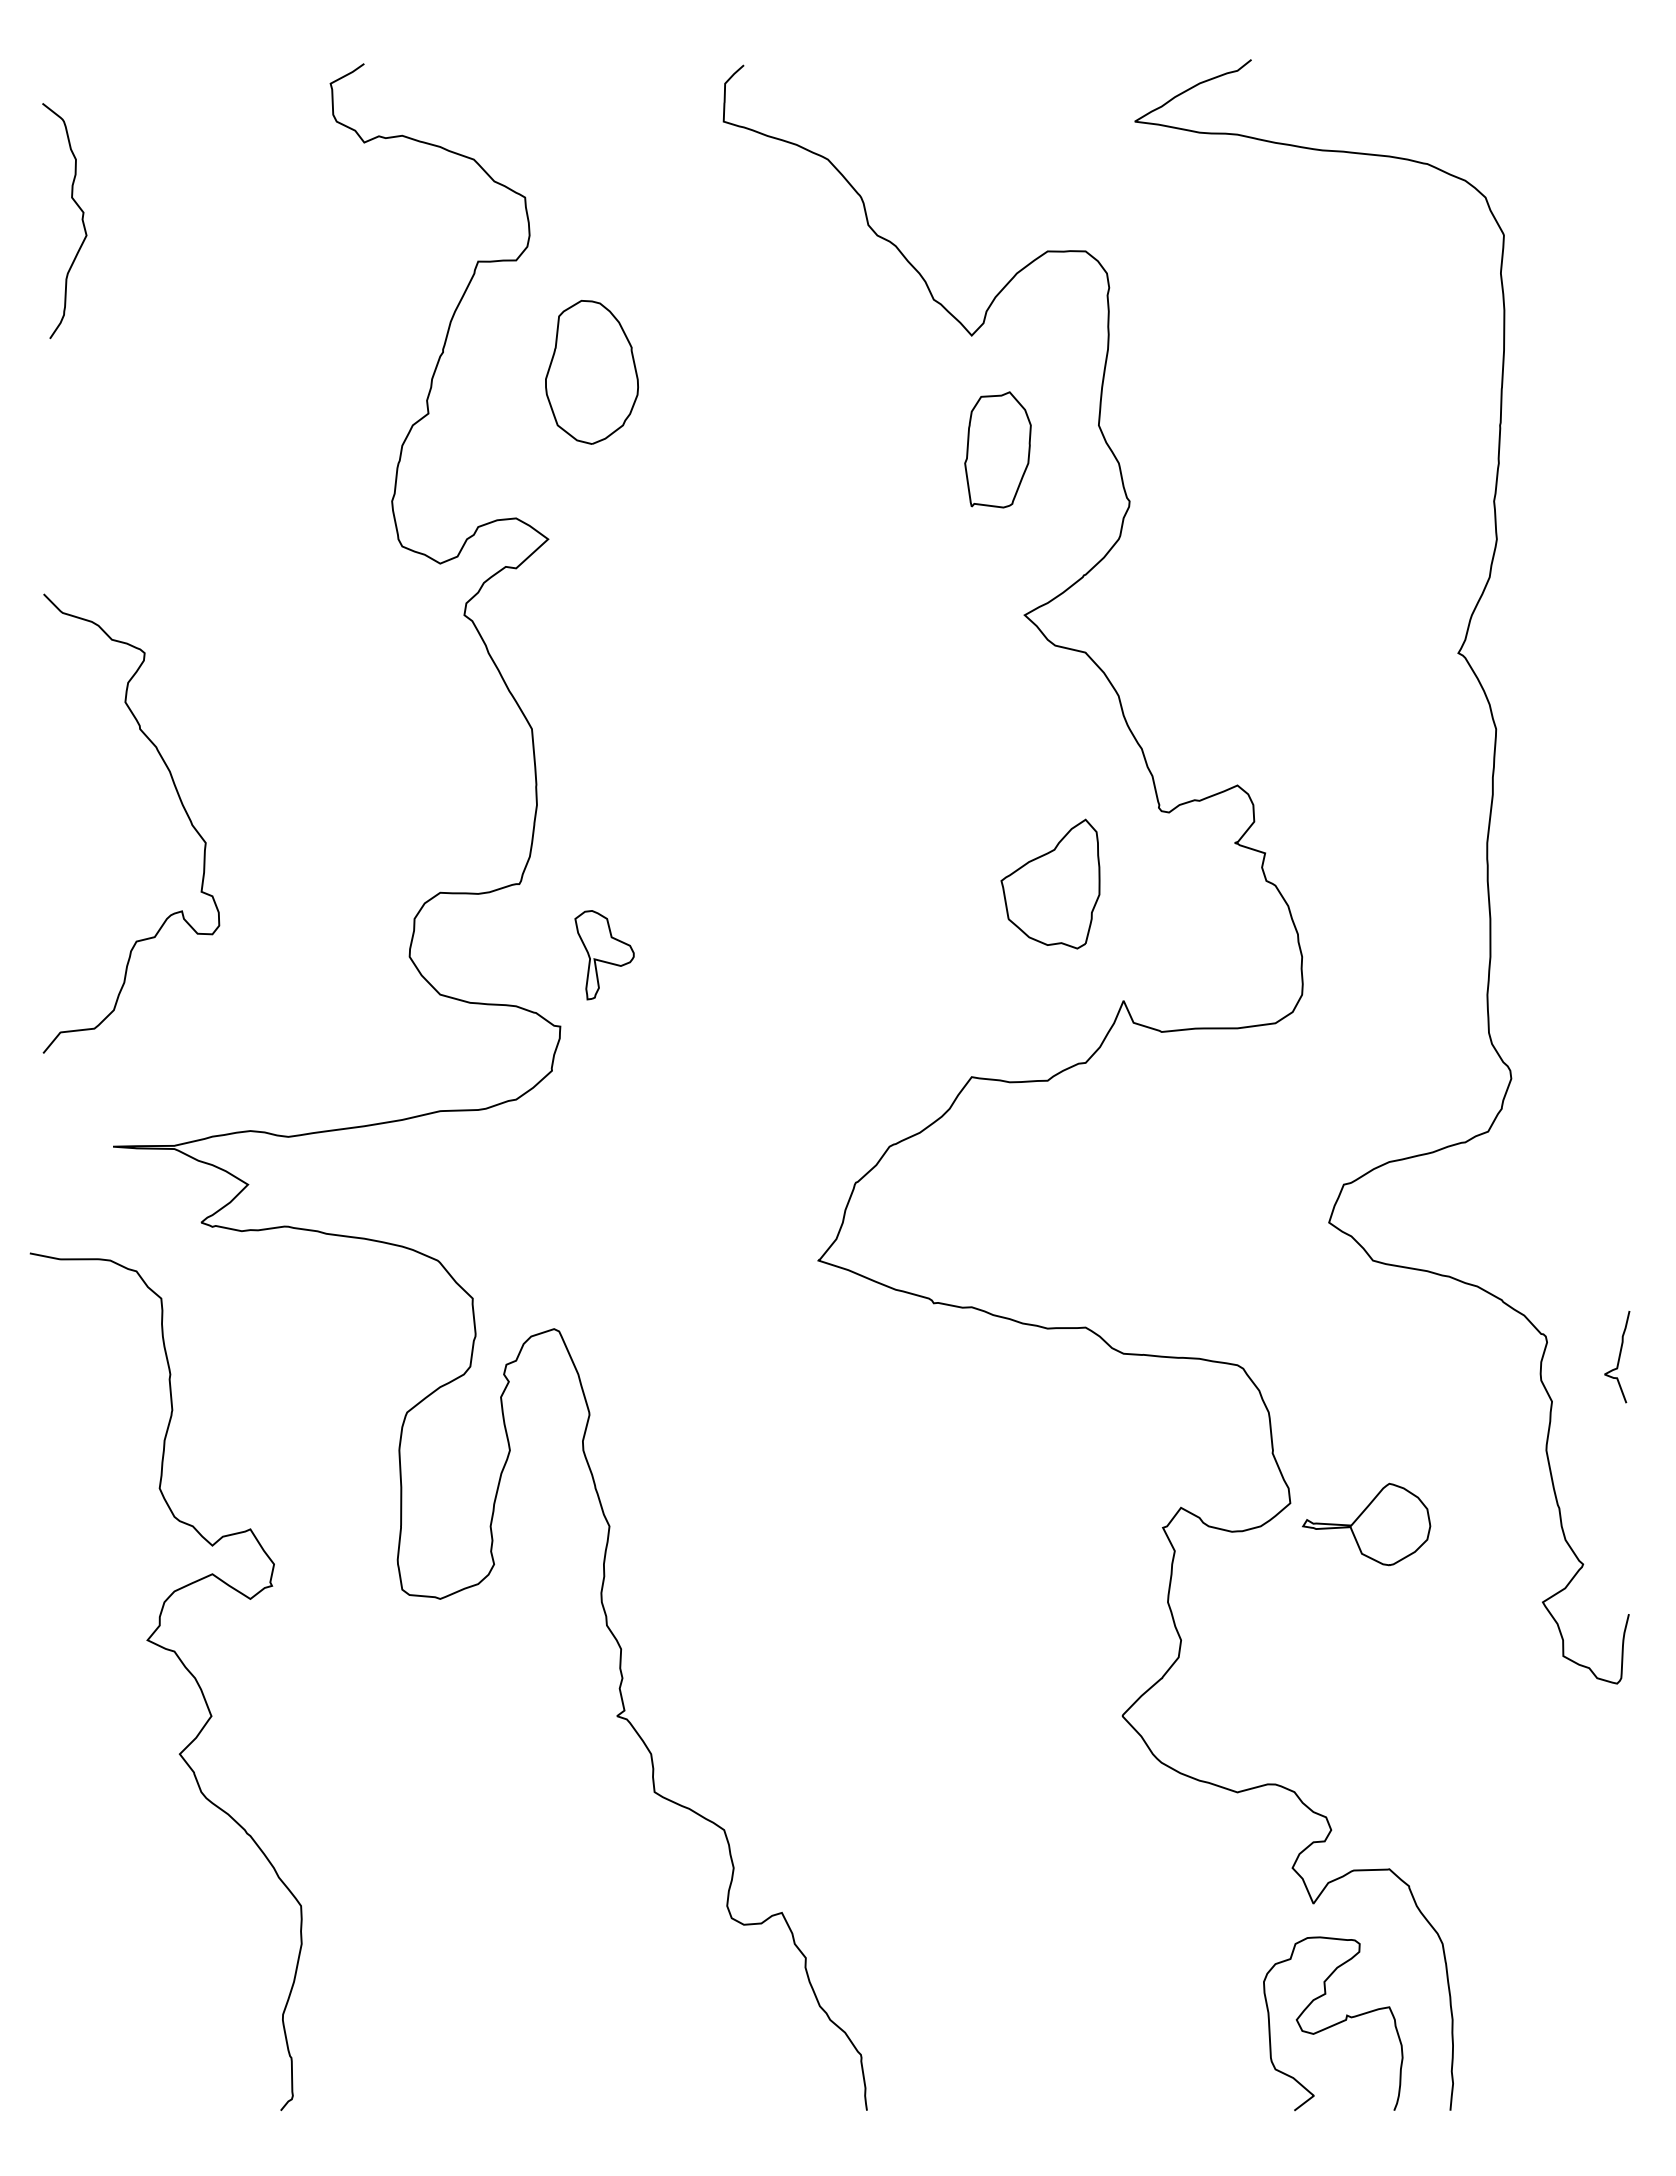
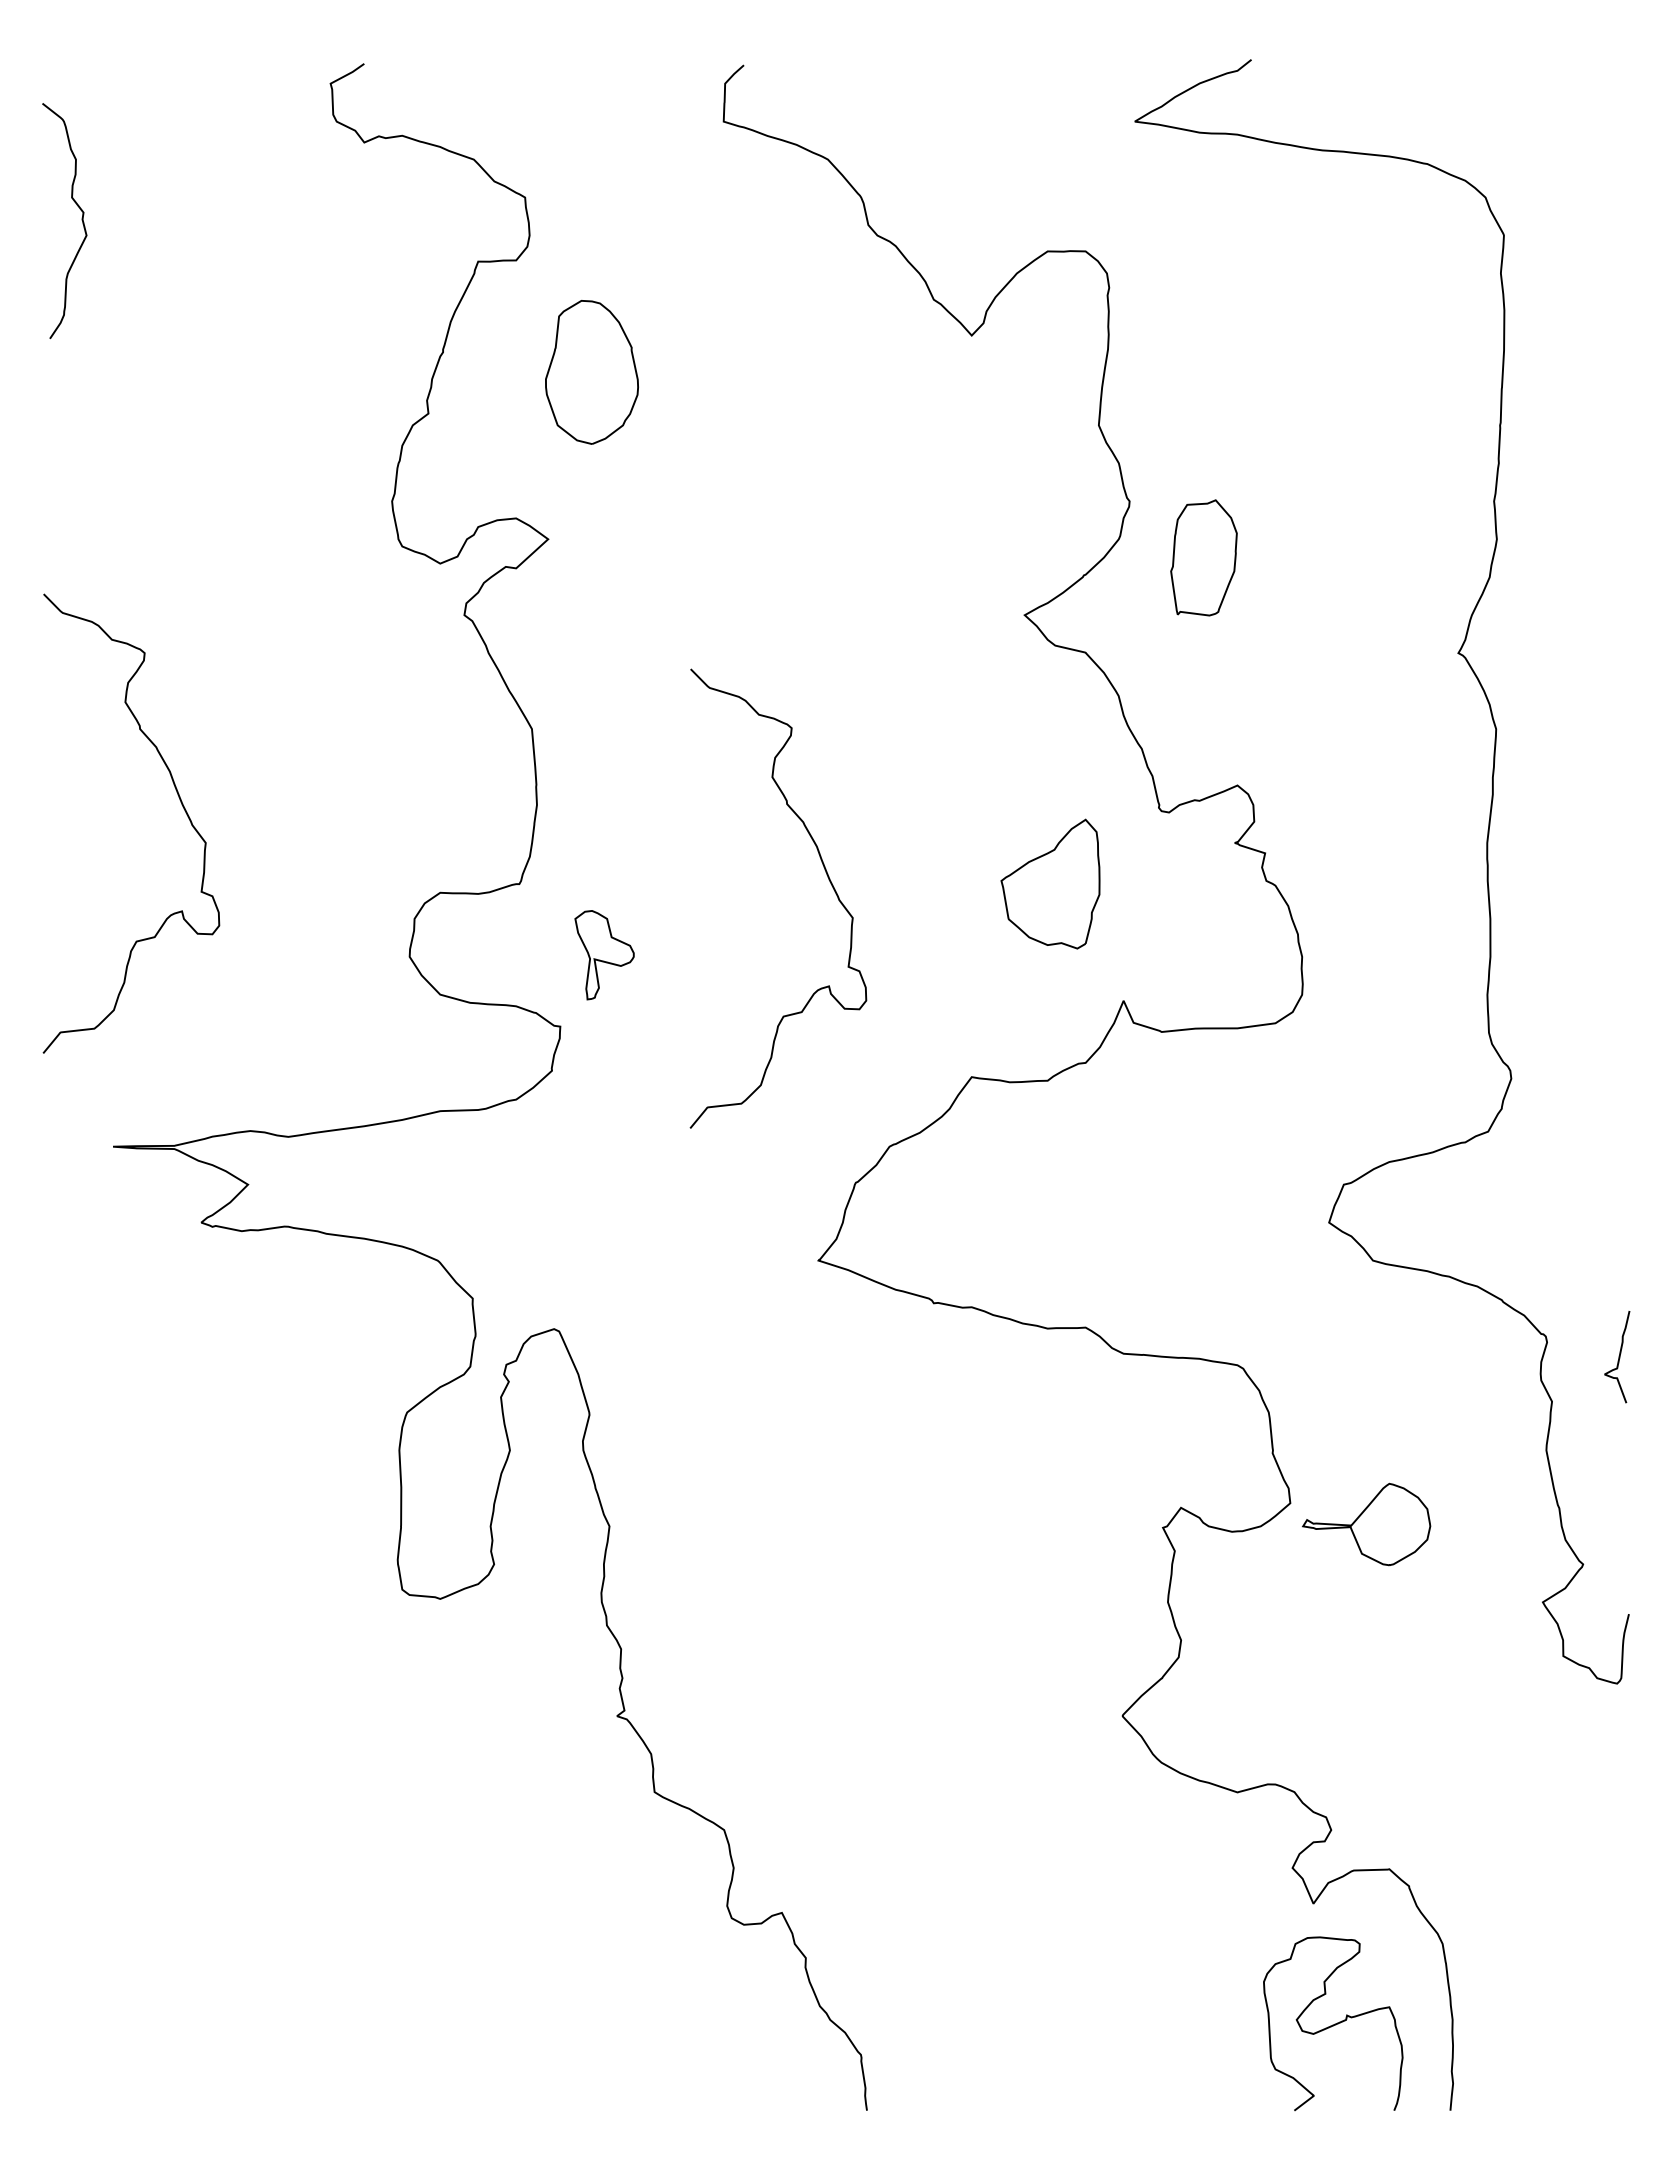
part at (997, 449) position: (997, 449) -> (1203, 557)
curve at (826, 875): none -> present
curve at (183, 1666): present -> none
